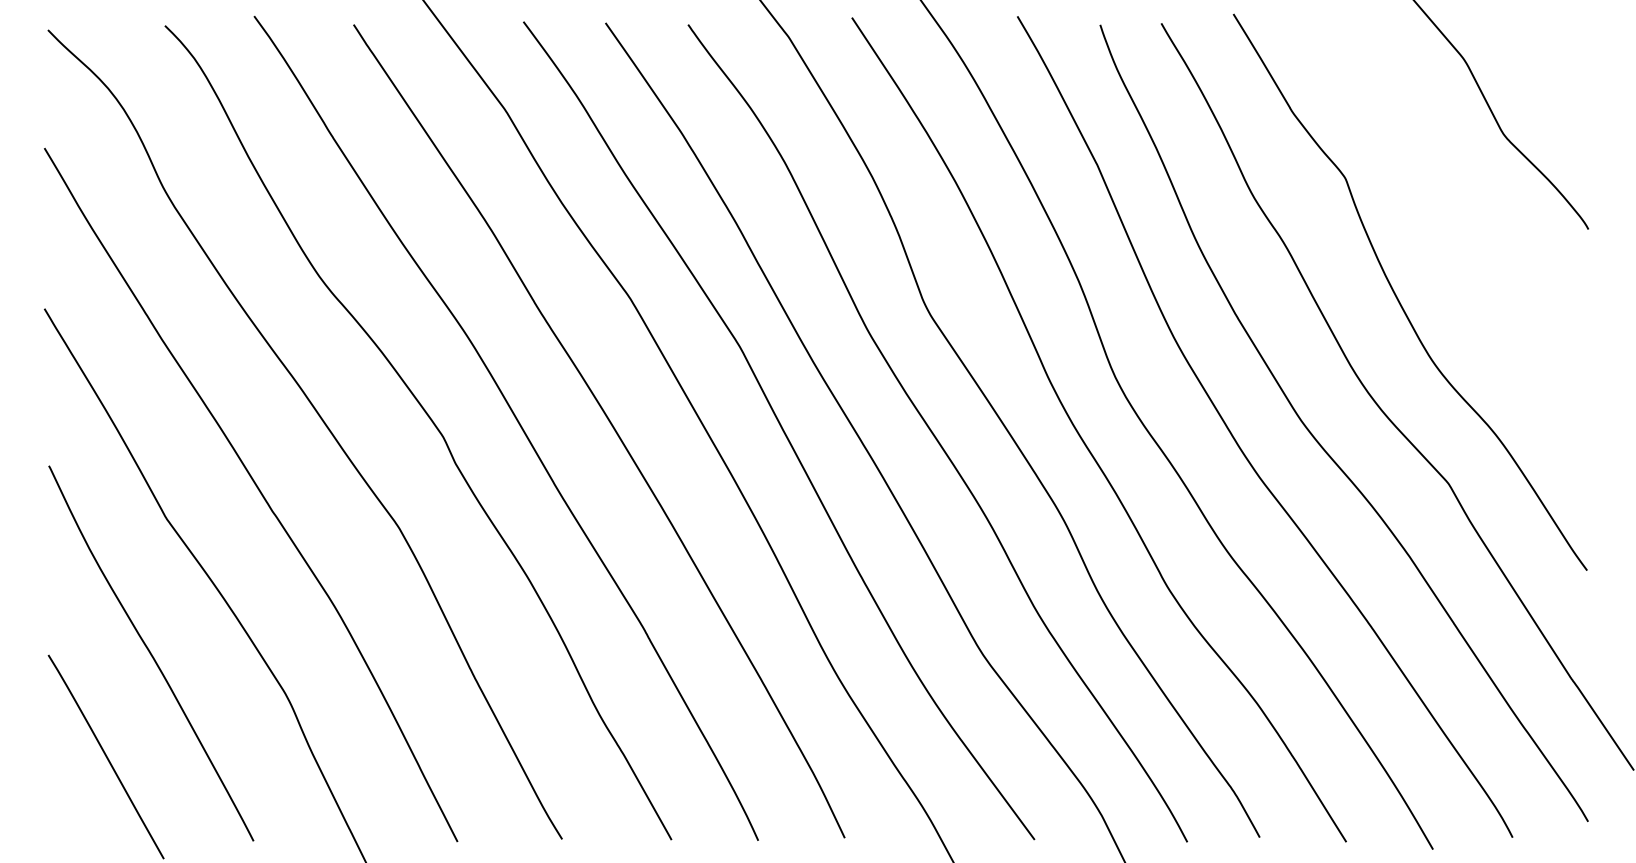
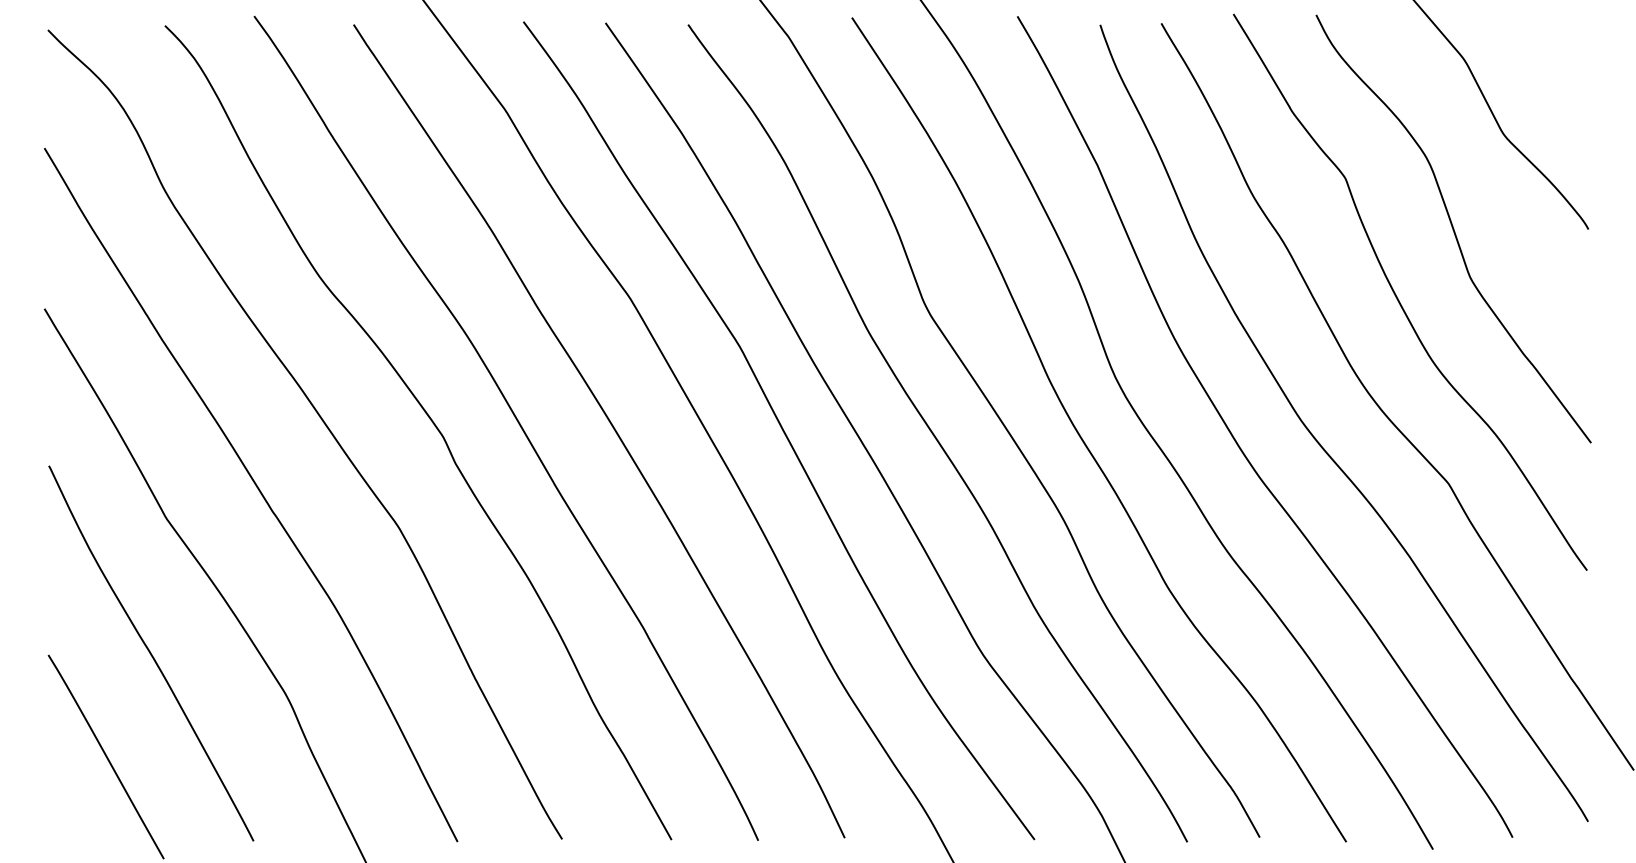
curve at (1453, 228): none -> present
